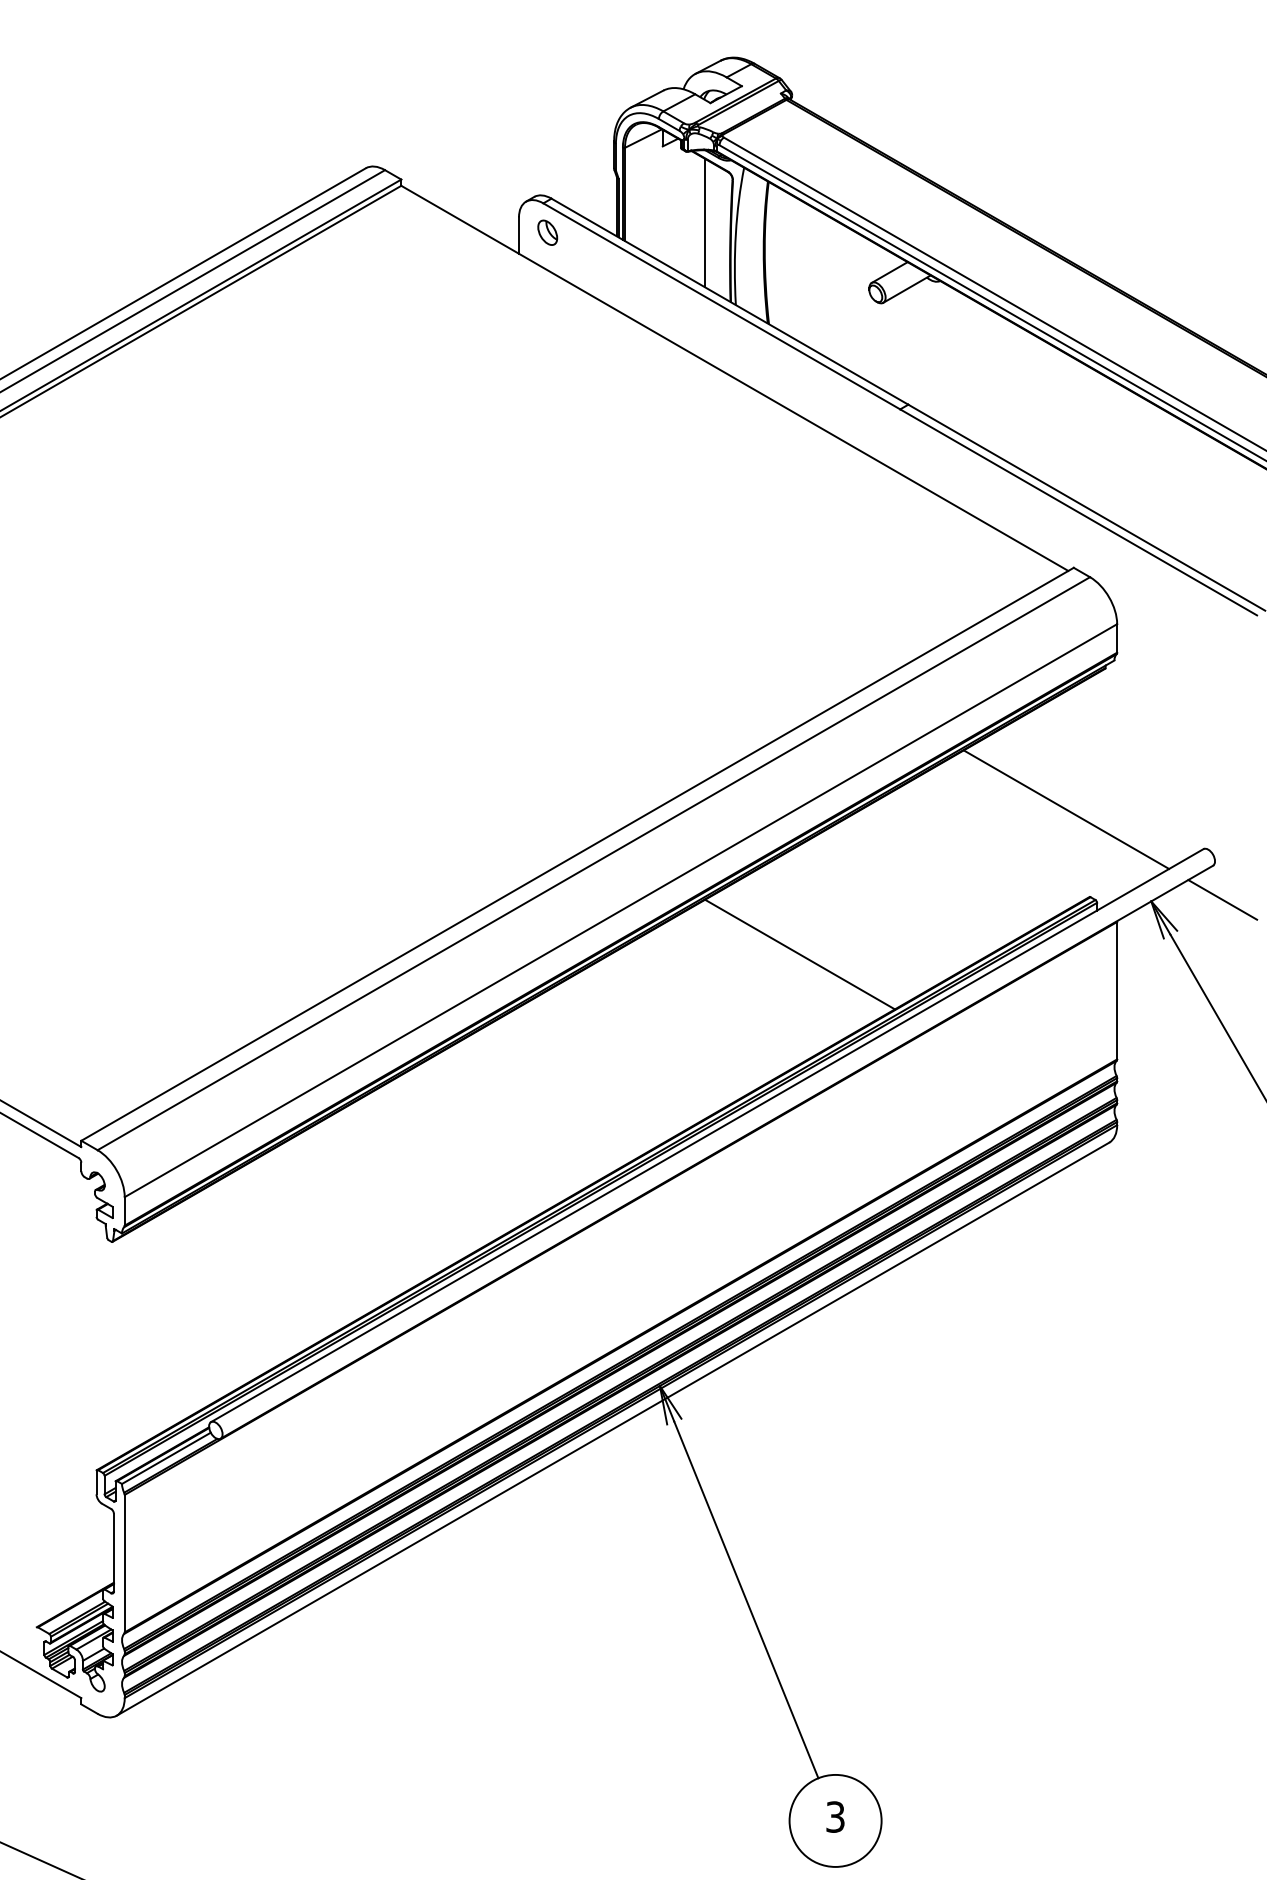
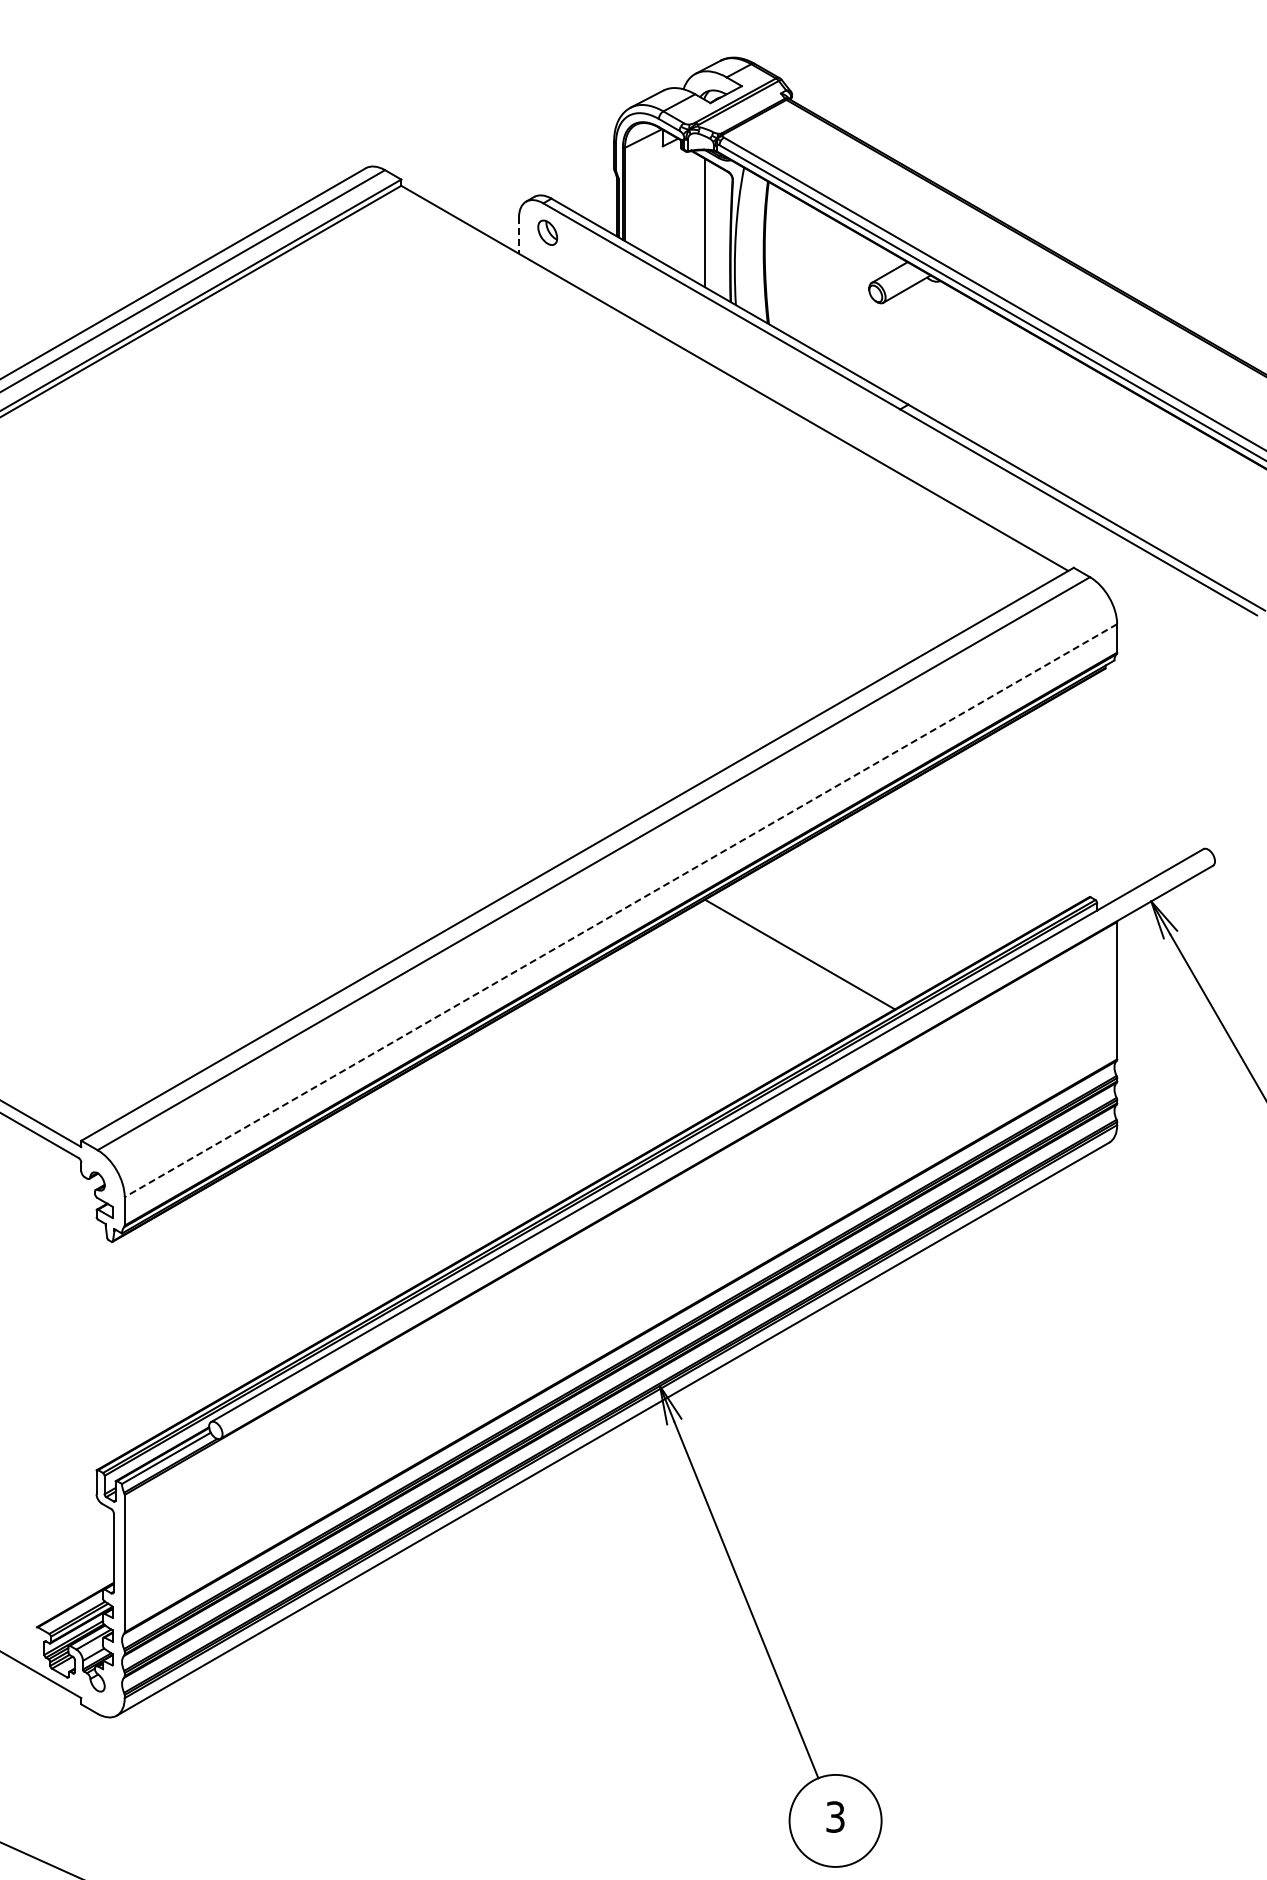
line at (519, 236): solid -> dashed
line at (1066, 809): present -> none
line at (1222, 899): present -> none
line at (620, 910): solid -> dashed
